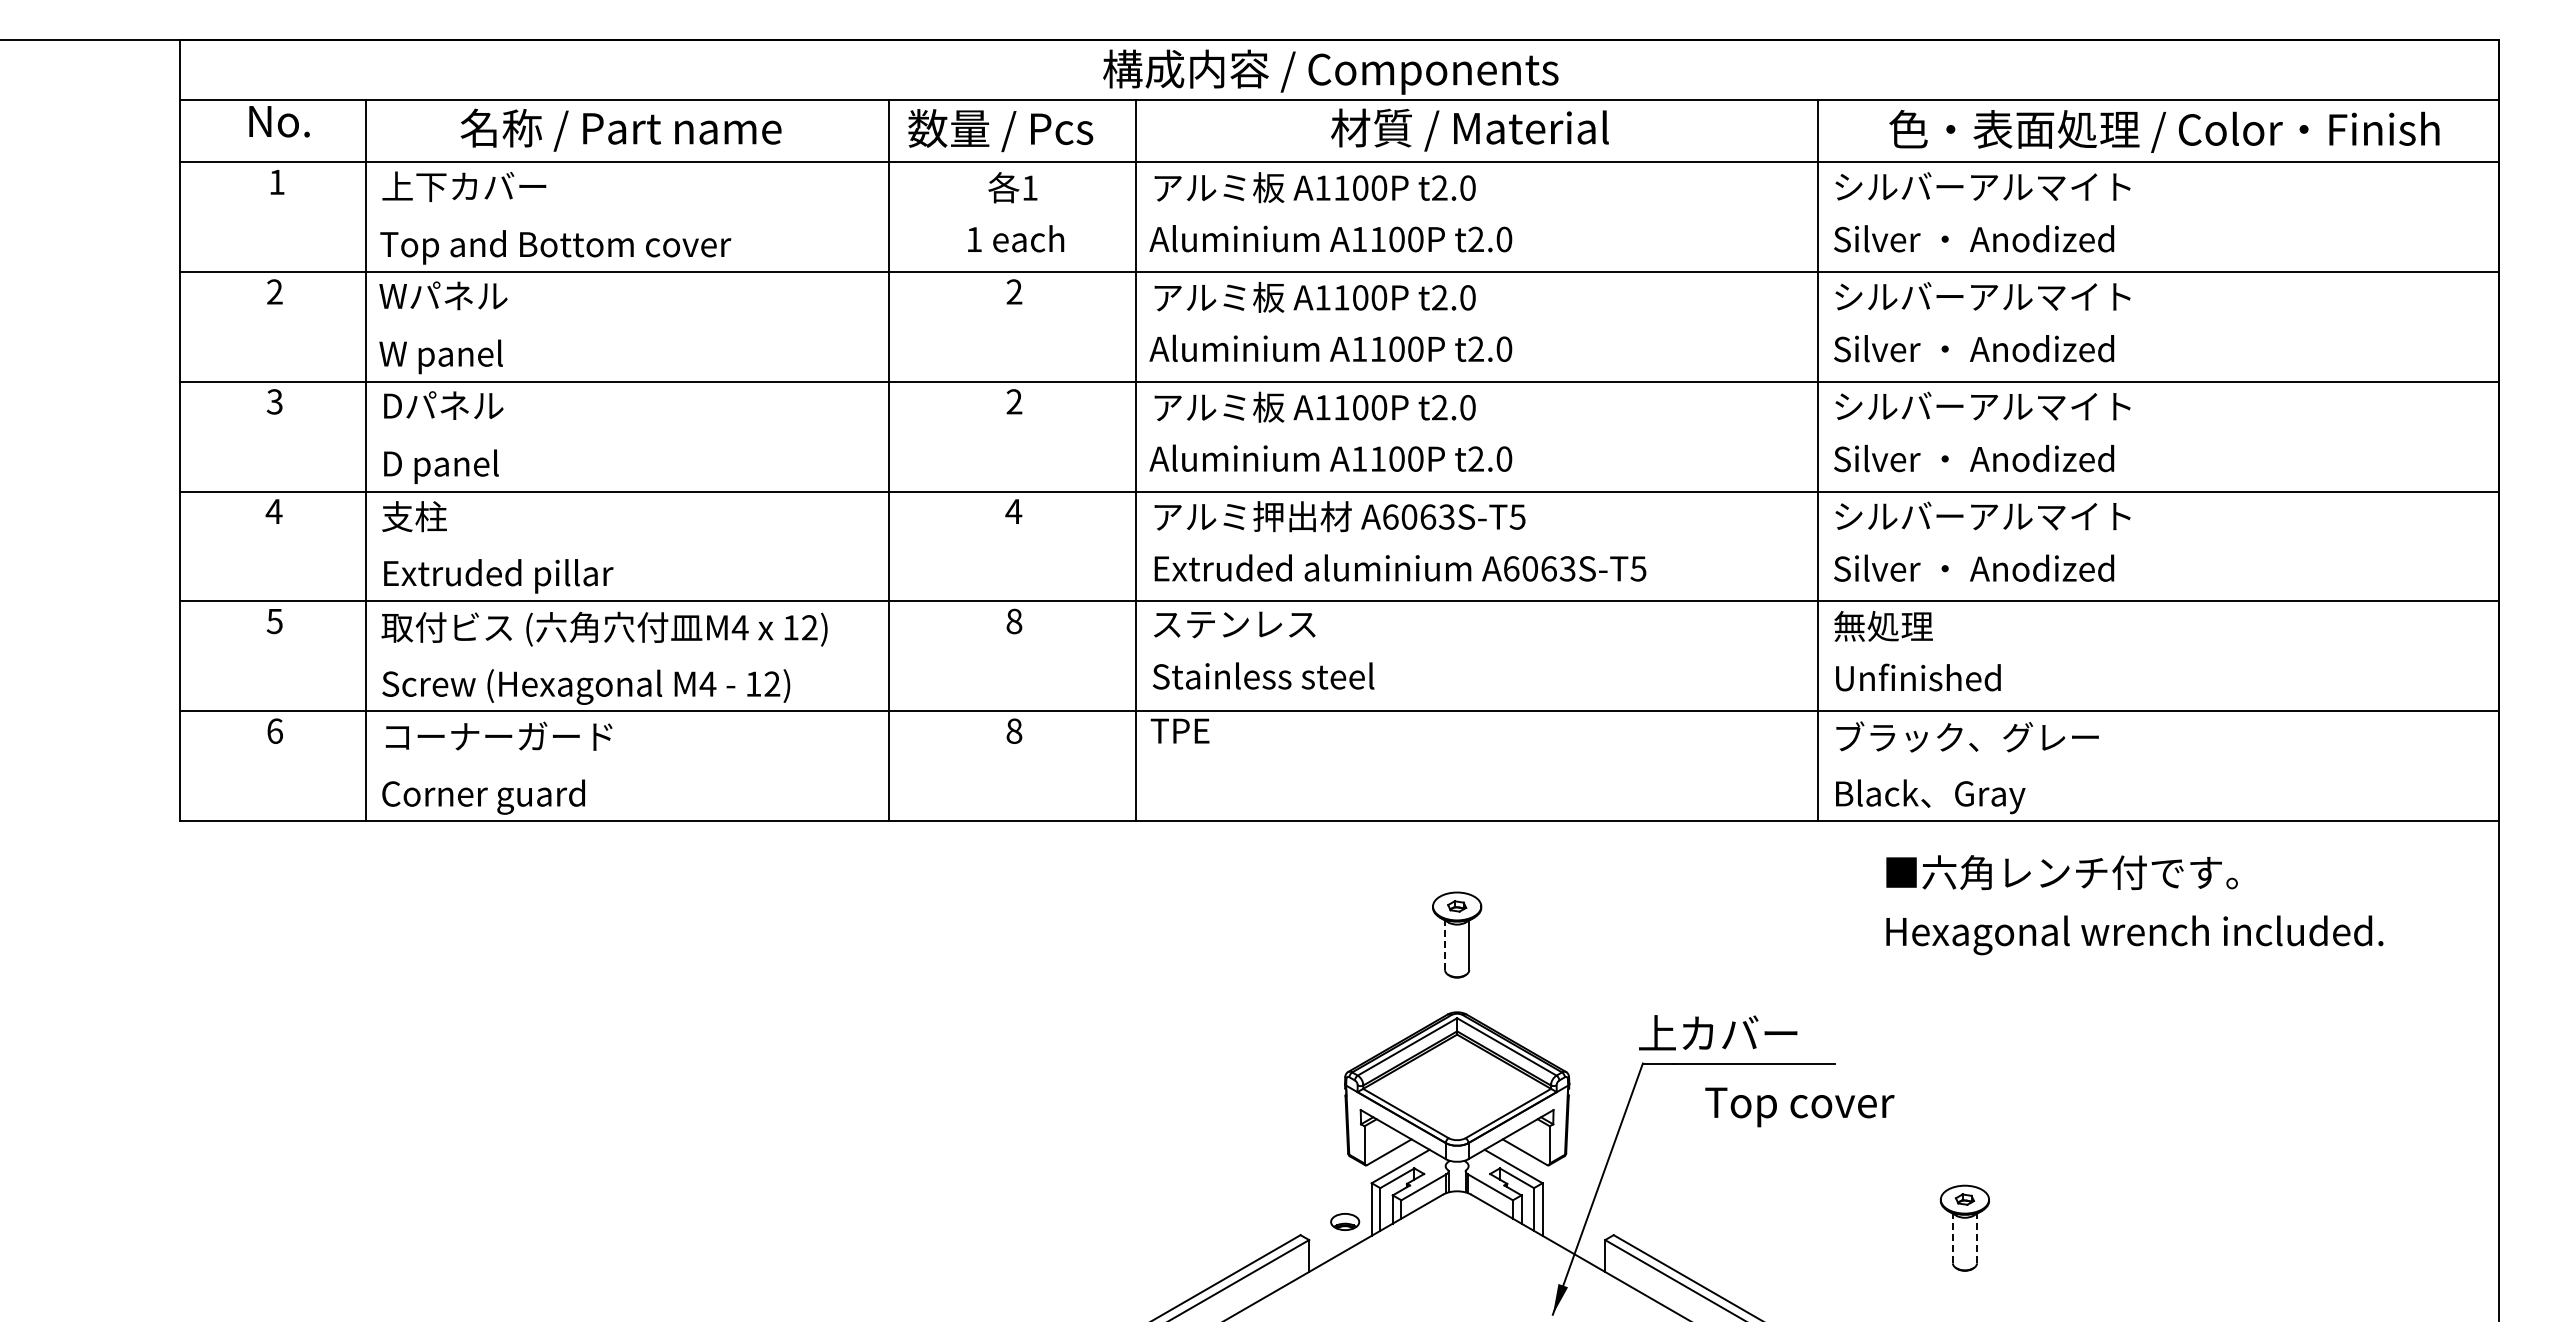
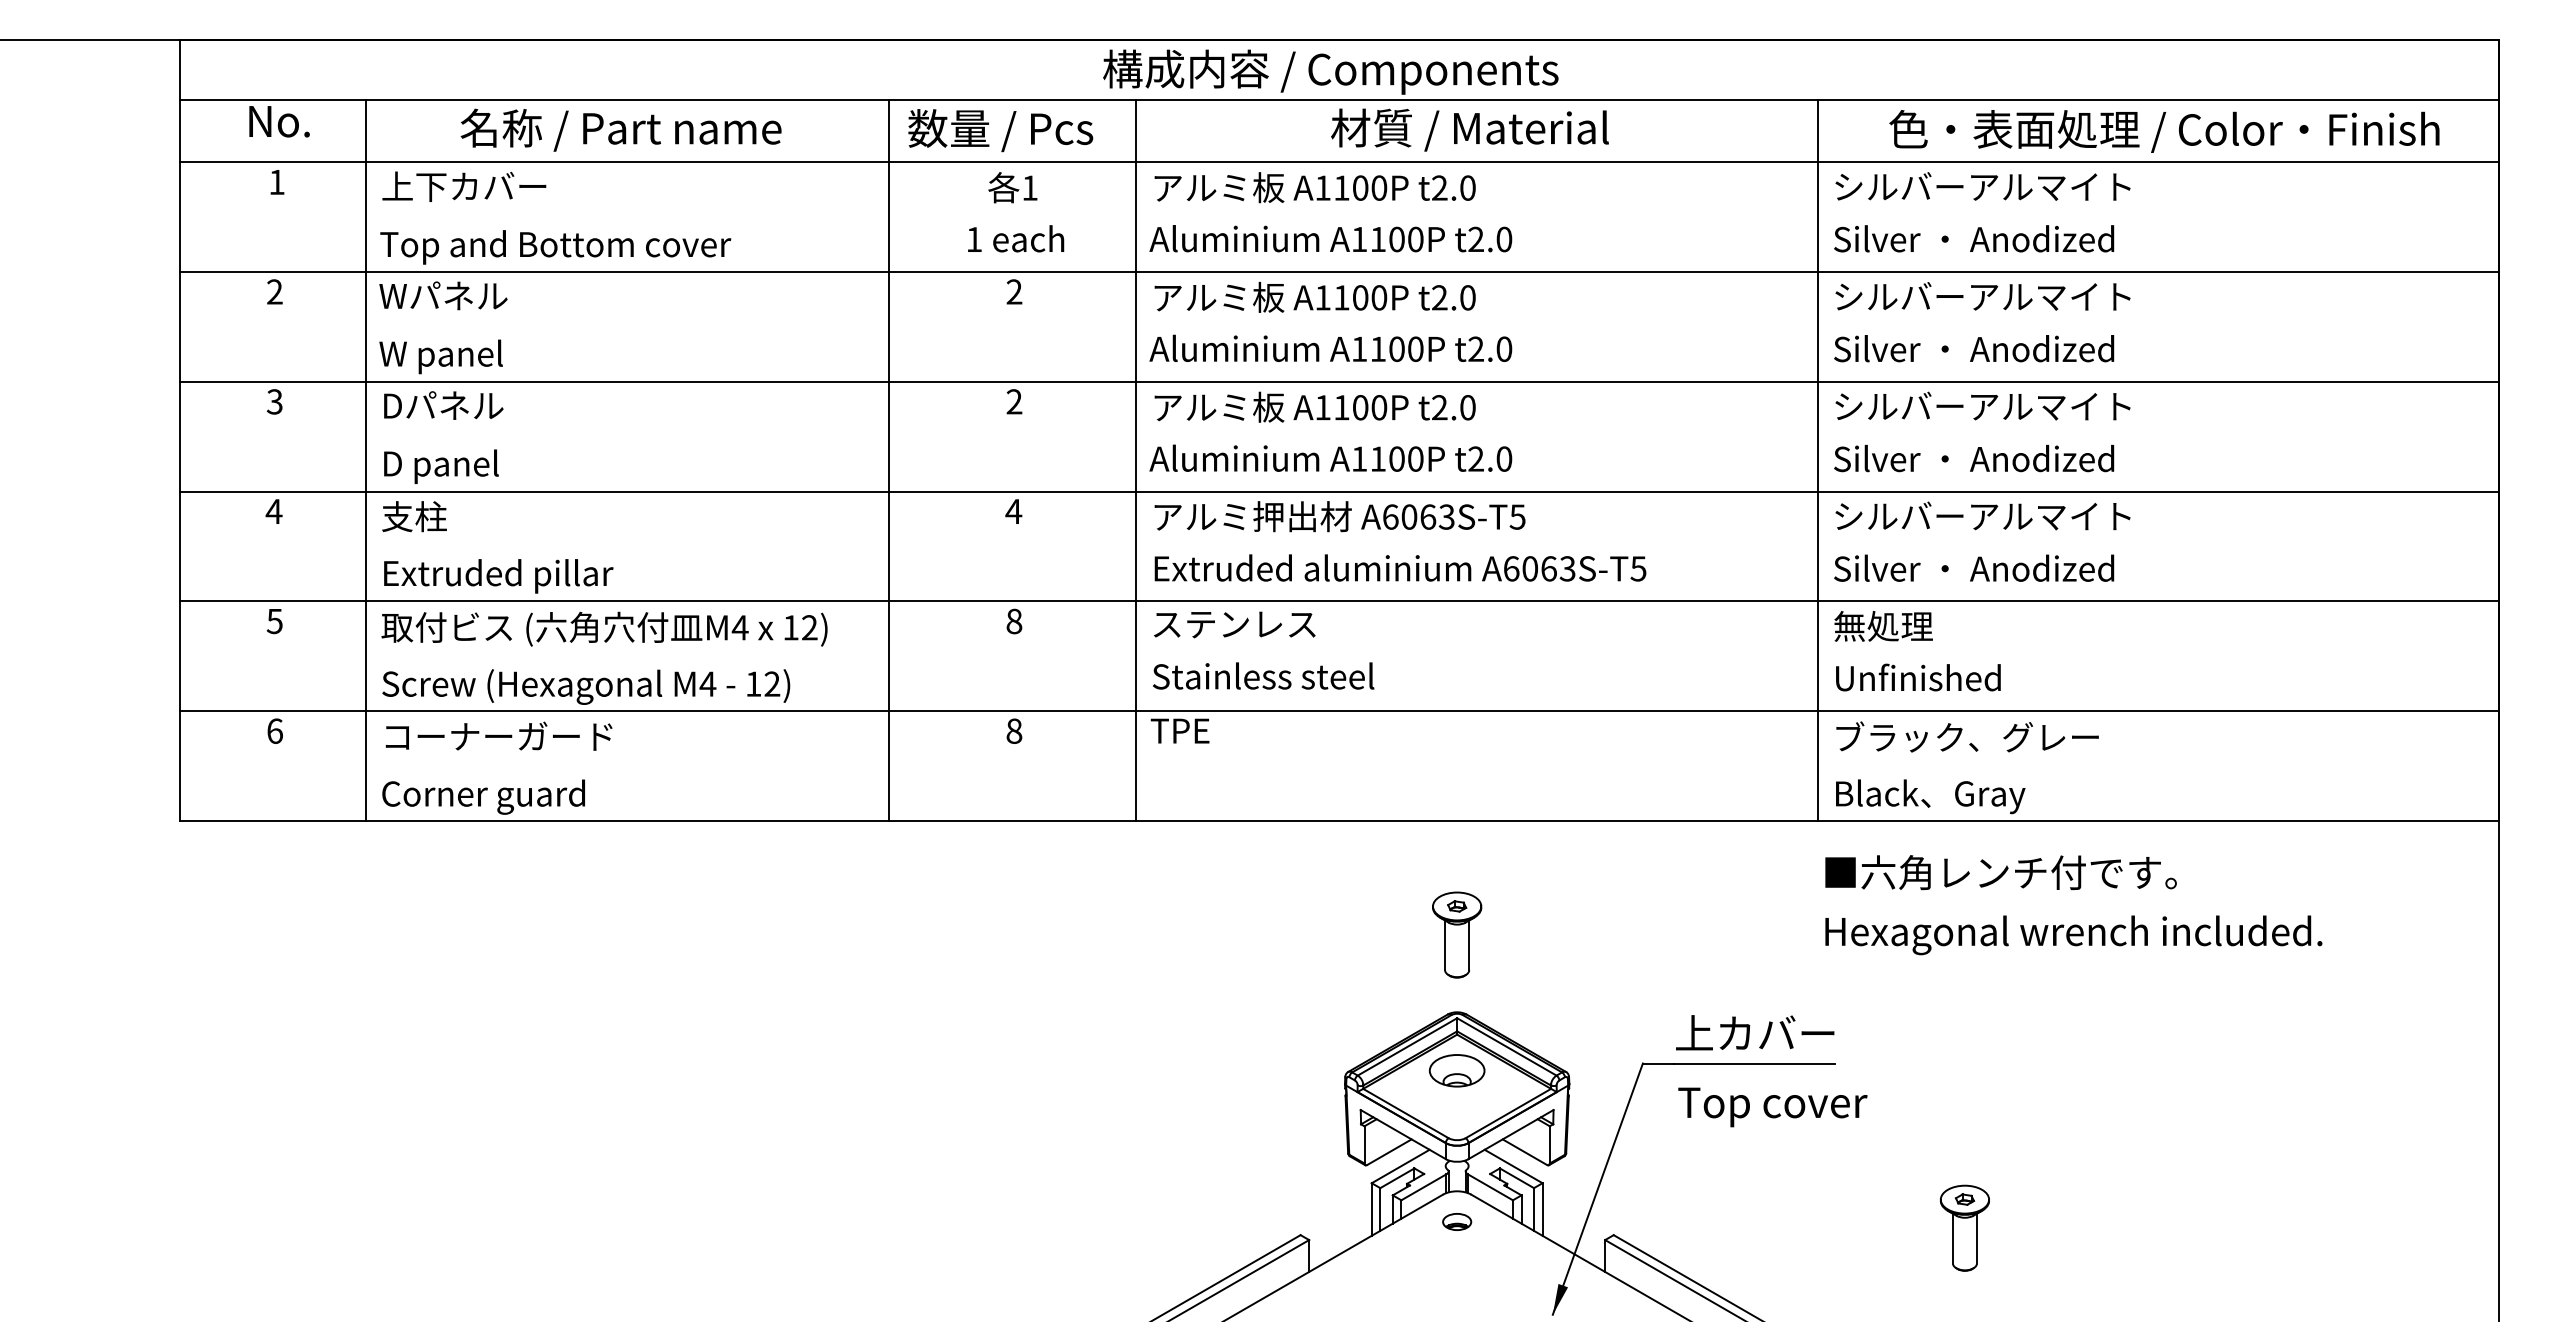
text at (2134, 905) position: (2134, 905) -> (2073, 905)
line at (1445, 945): dashed -> solid
text at (1718, 1032) position: (1718, 1032) -> (1755, 1032)
part at (1456, 1070): none -> present
text at (1799, 1107) position: (1799, 1107) -> (1772, 1107)
part at (1345, 1221) position: (1345, 1221) -> (1457, 1221)
line at (1952, 1238): dashed -> solid
line at (1977, 1238): dashed -> solid
